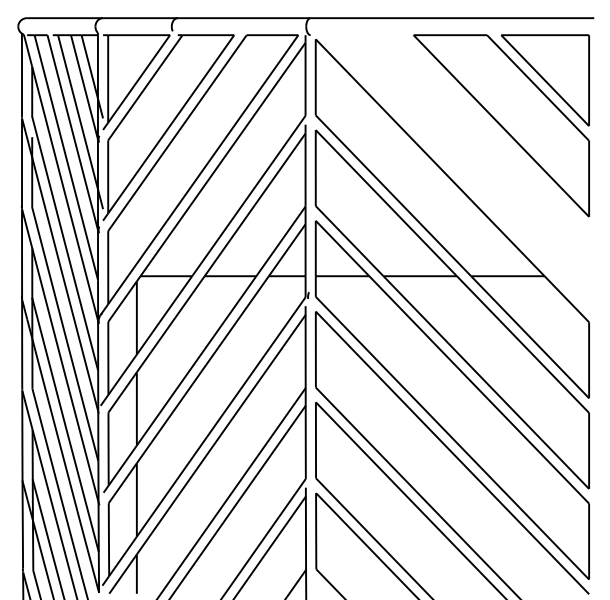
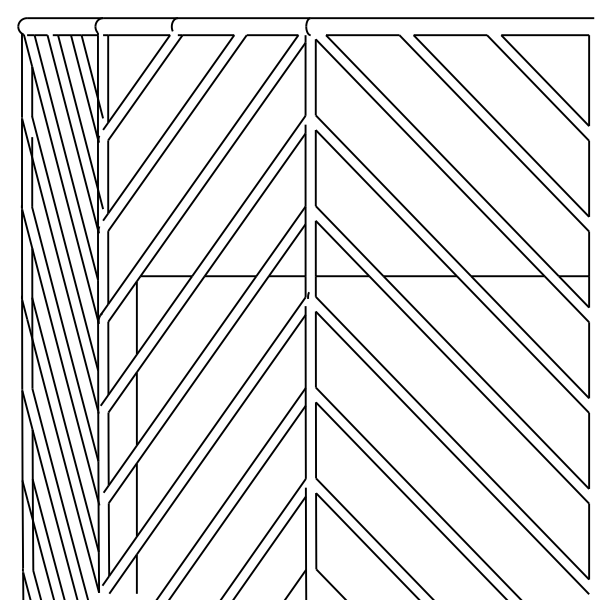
part at (457, 170): none -> present
